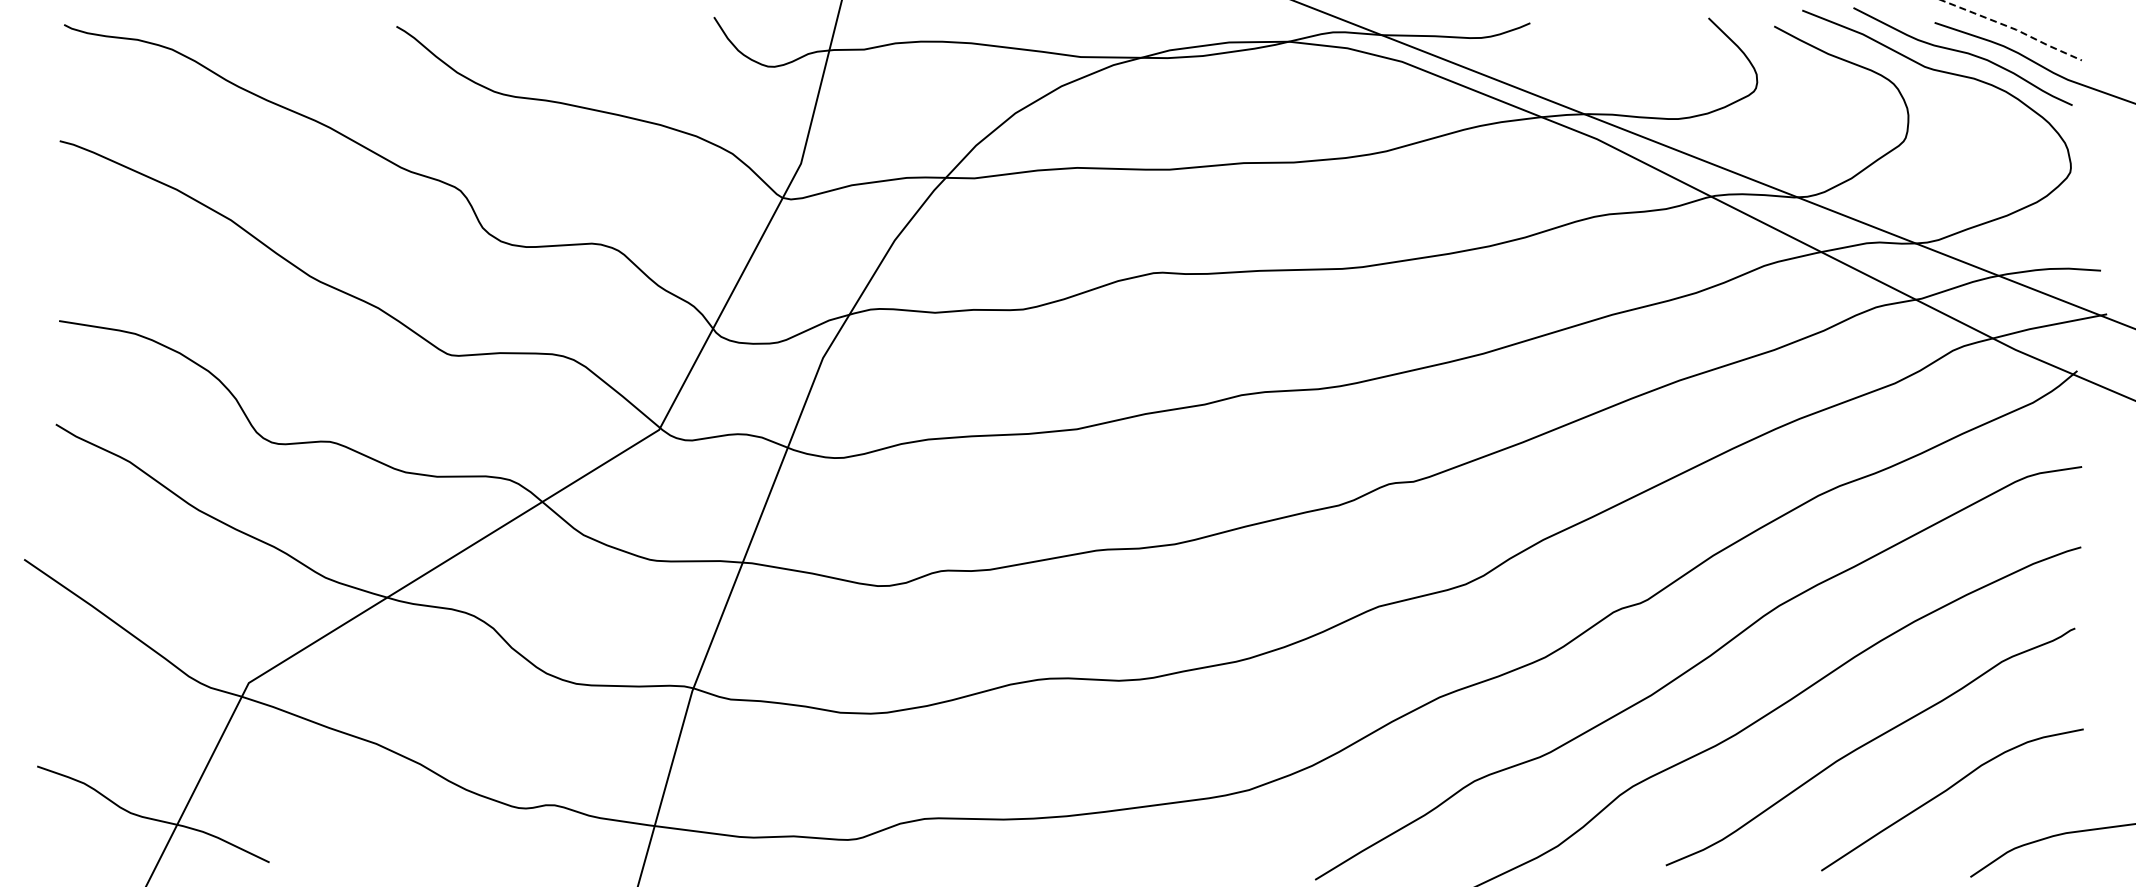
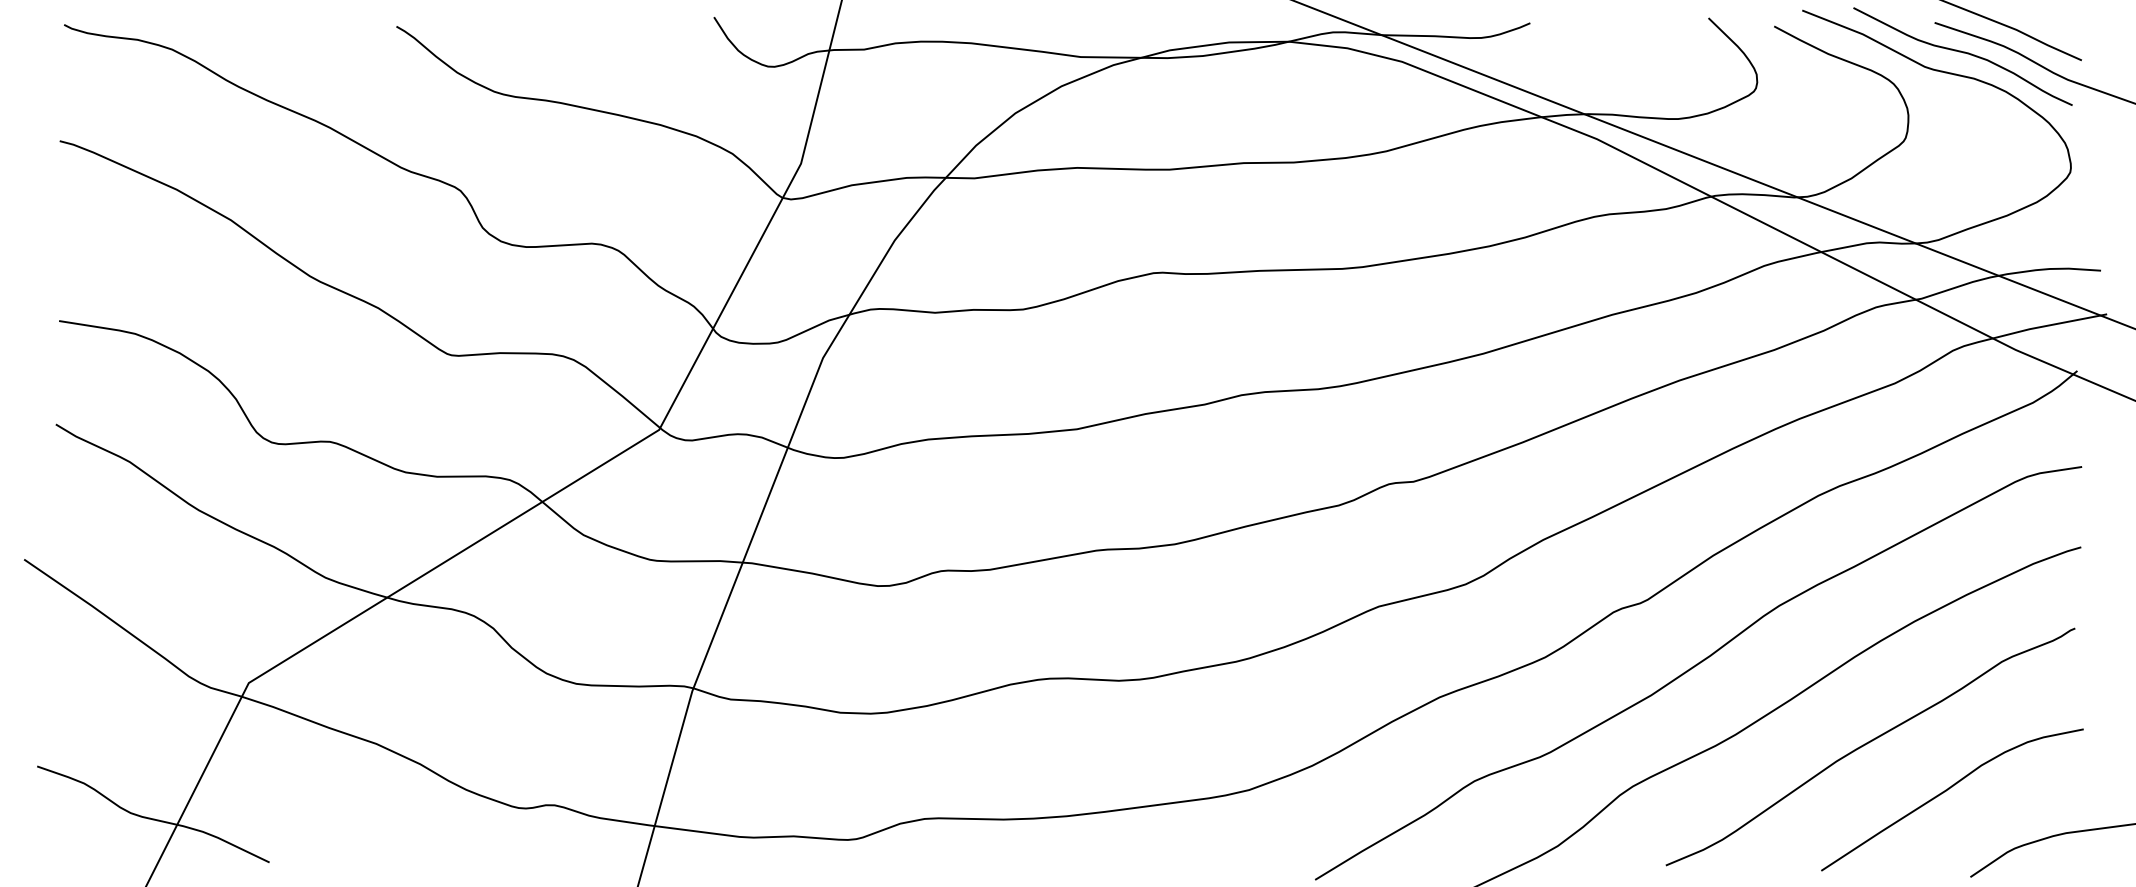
line at (2013, 28): dashed -> solid
